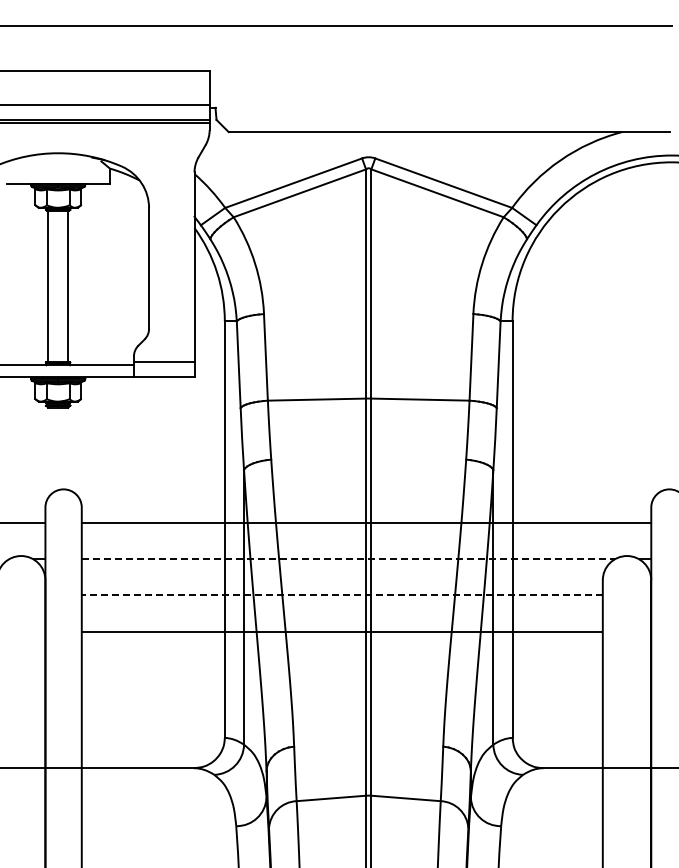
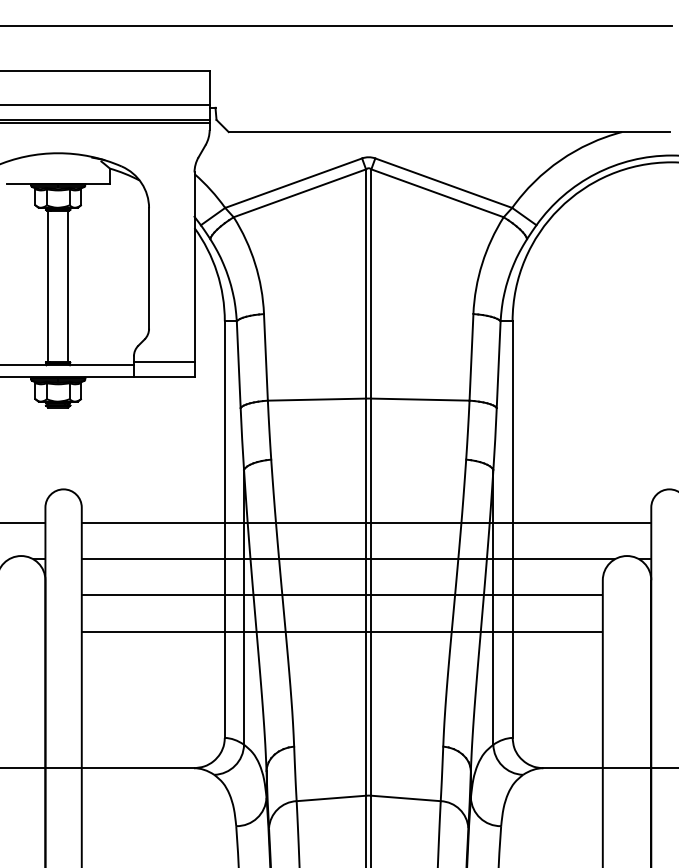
line at (348, 559): dashed -> solid
line at (342, 595): dashed -> solid
